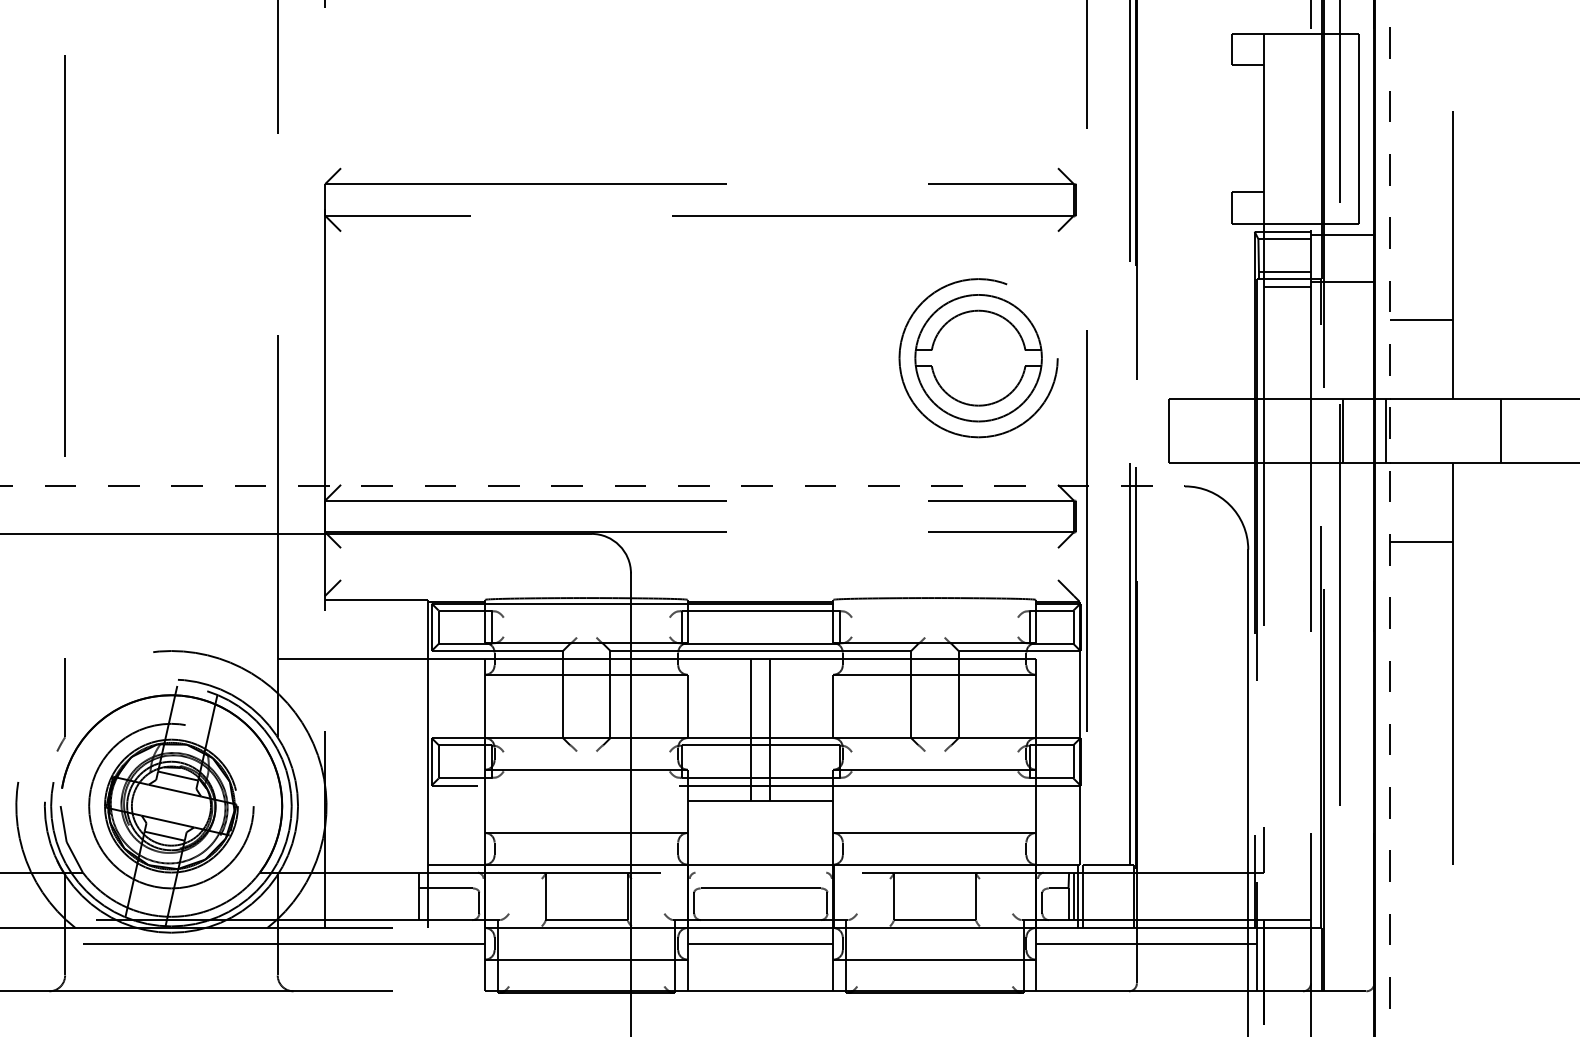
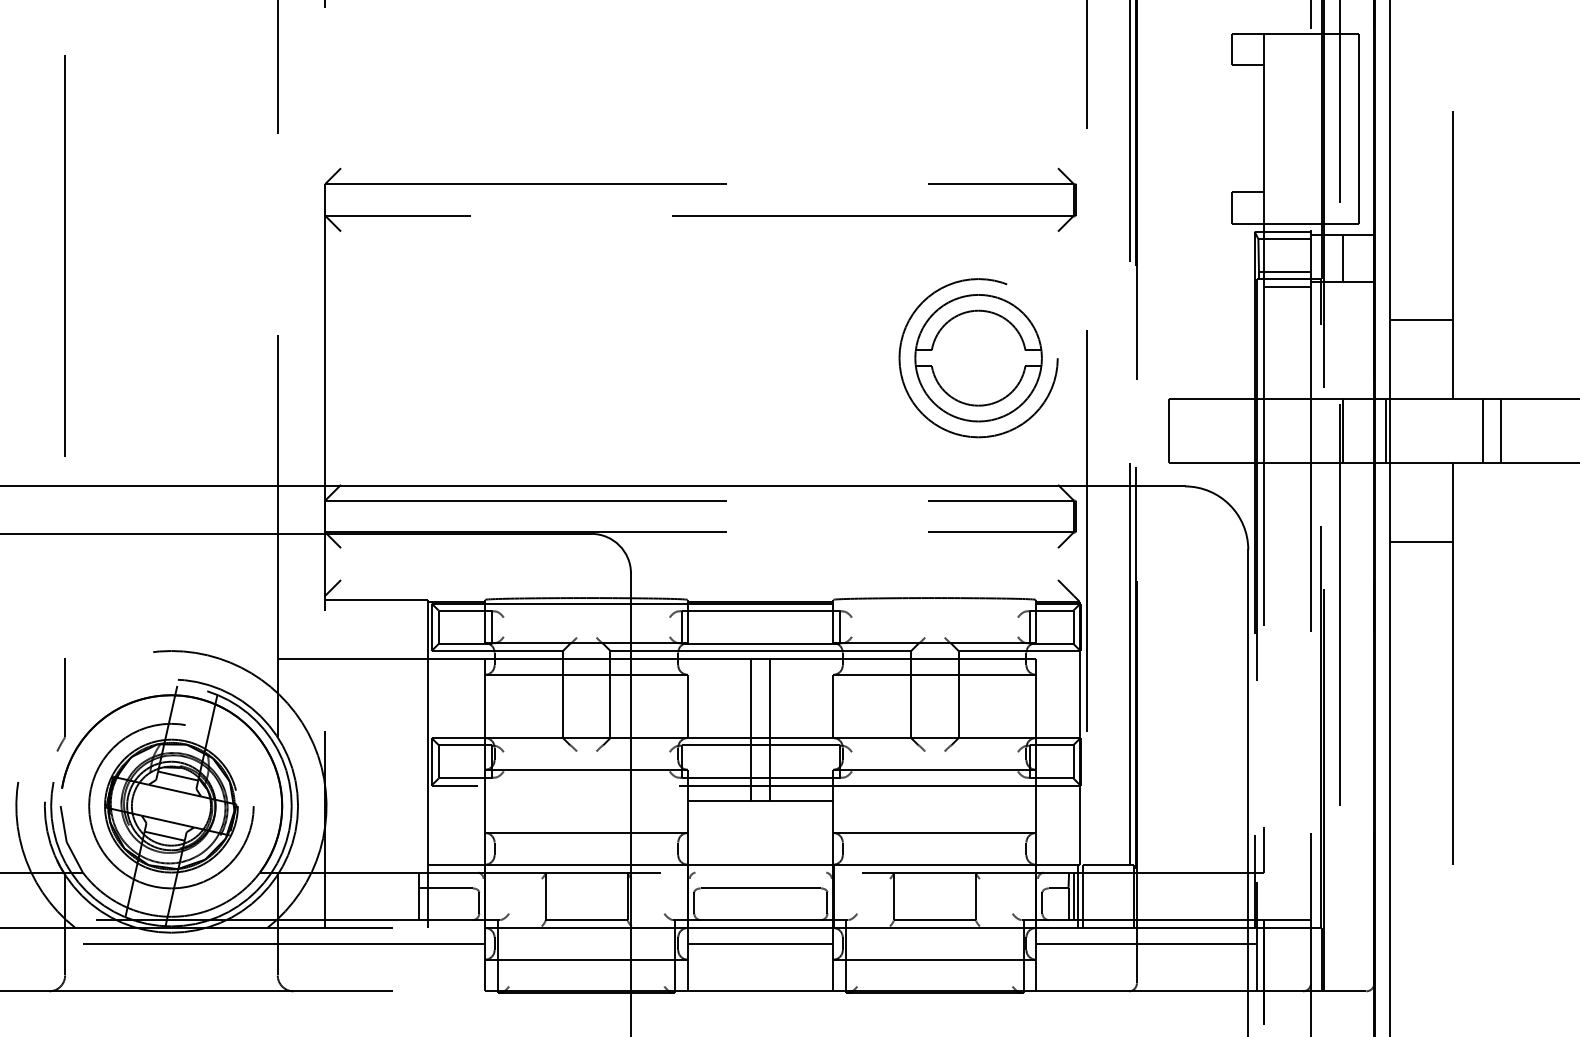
line at (1342, 258): none -> present
line at (1483, 430): none -> present
line at (592, 486): dashed -> solid
line at (1390, 518): dashed -> solid
